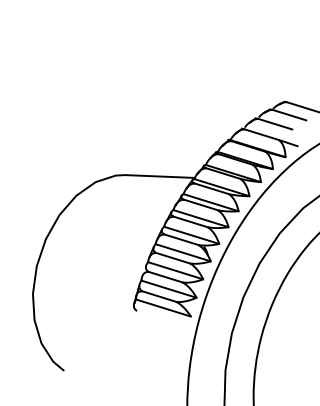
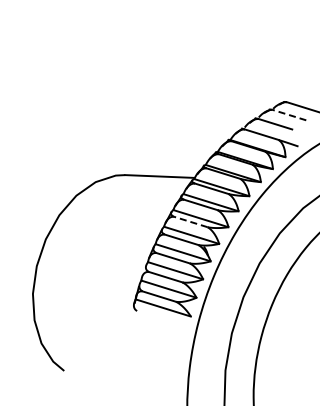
line at (289, 115): solid -> dashed
line at (190, 221): solid -> dashed
